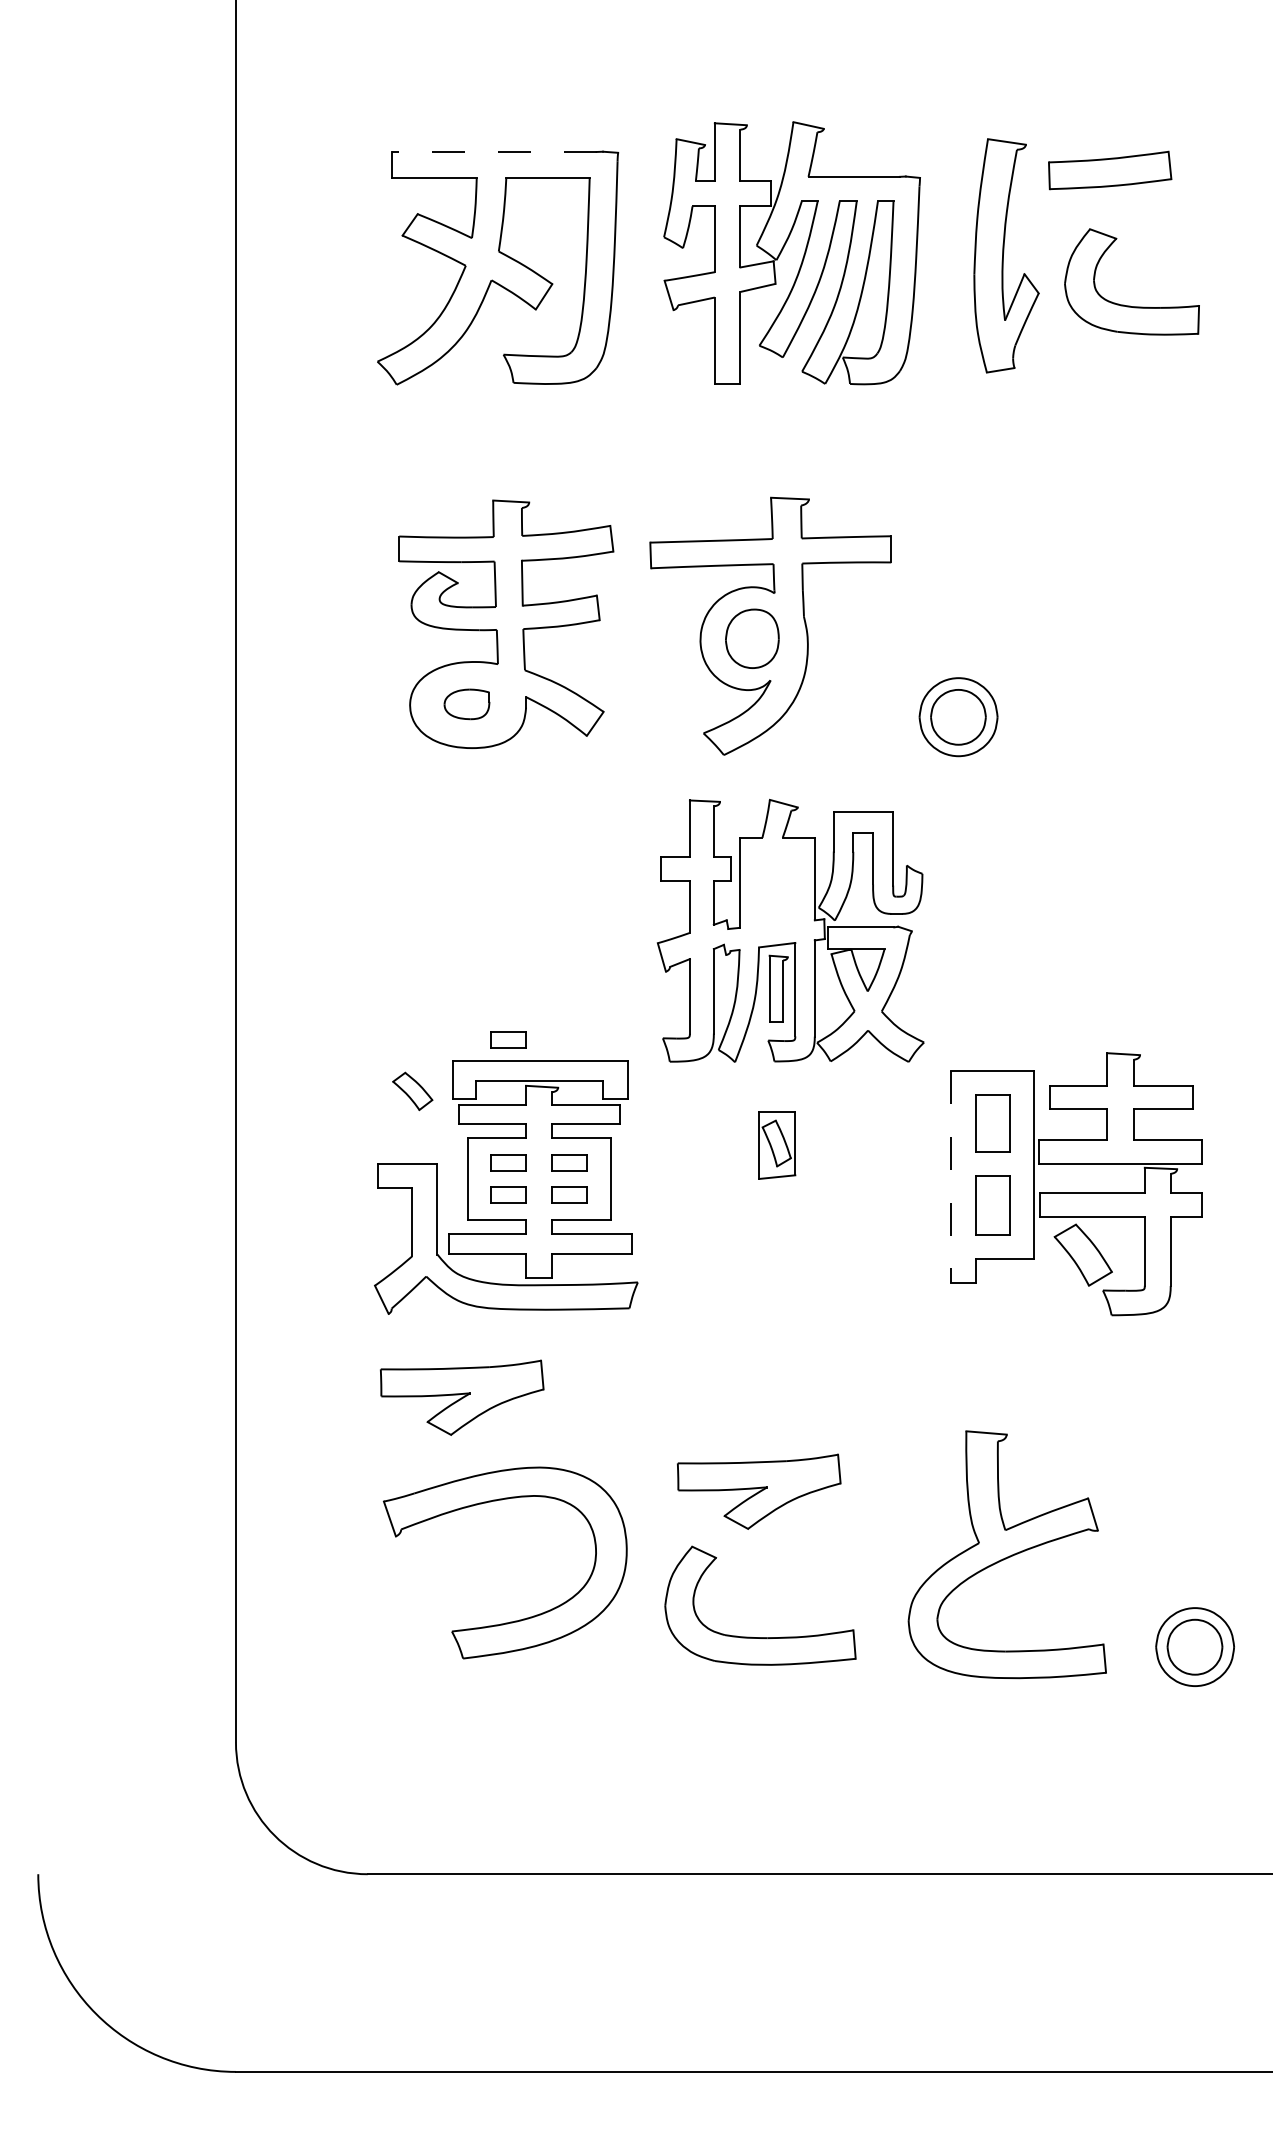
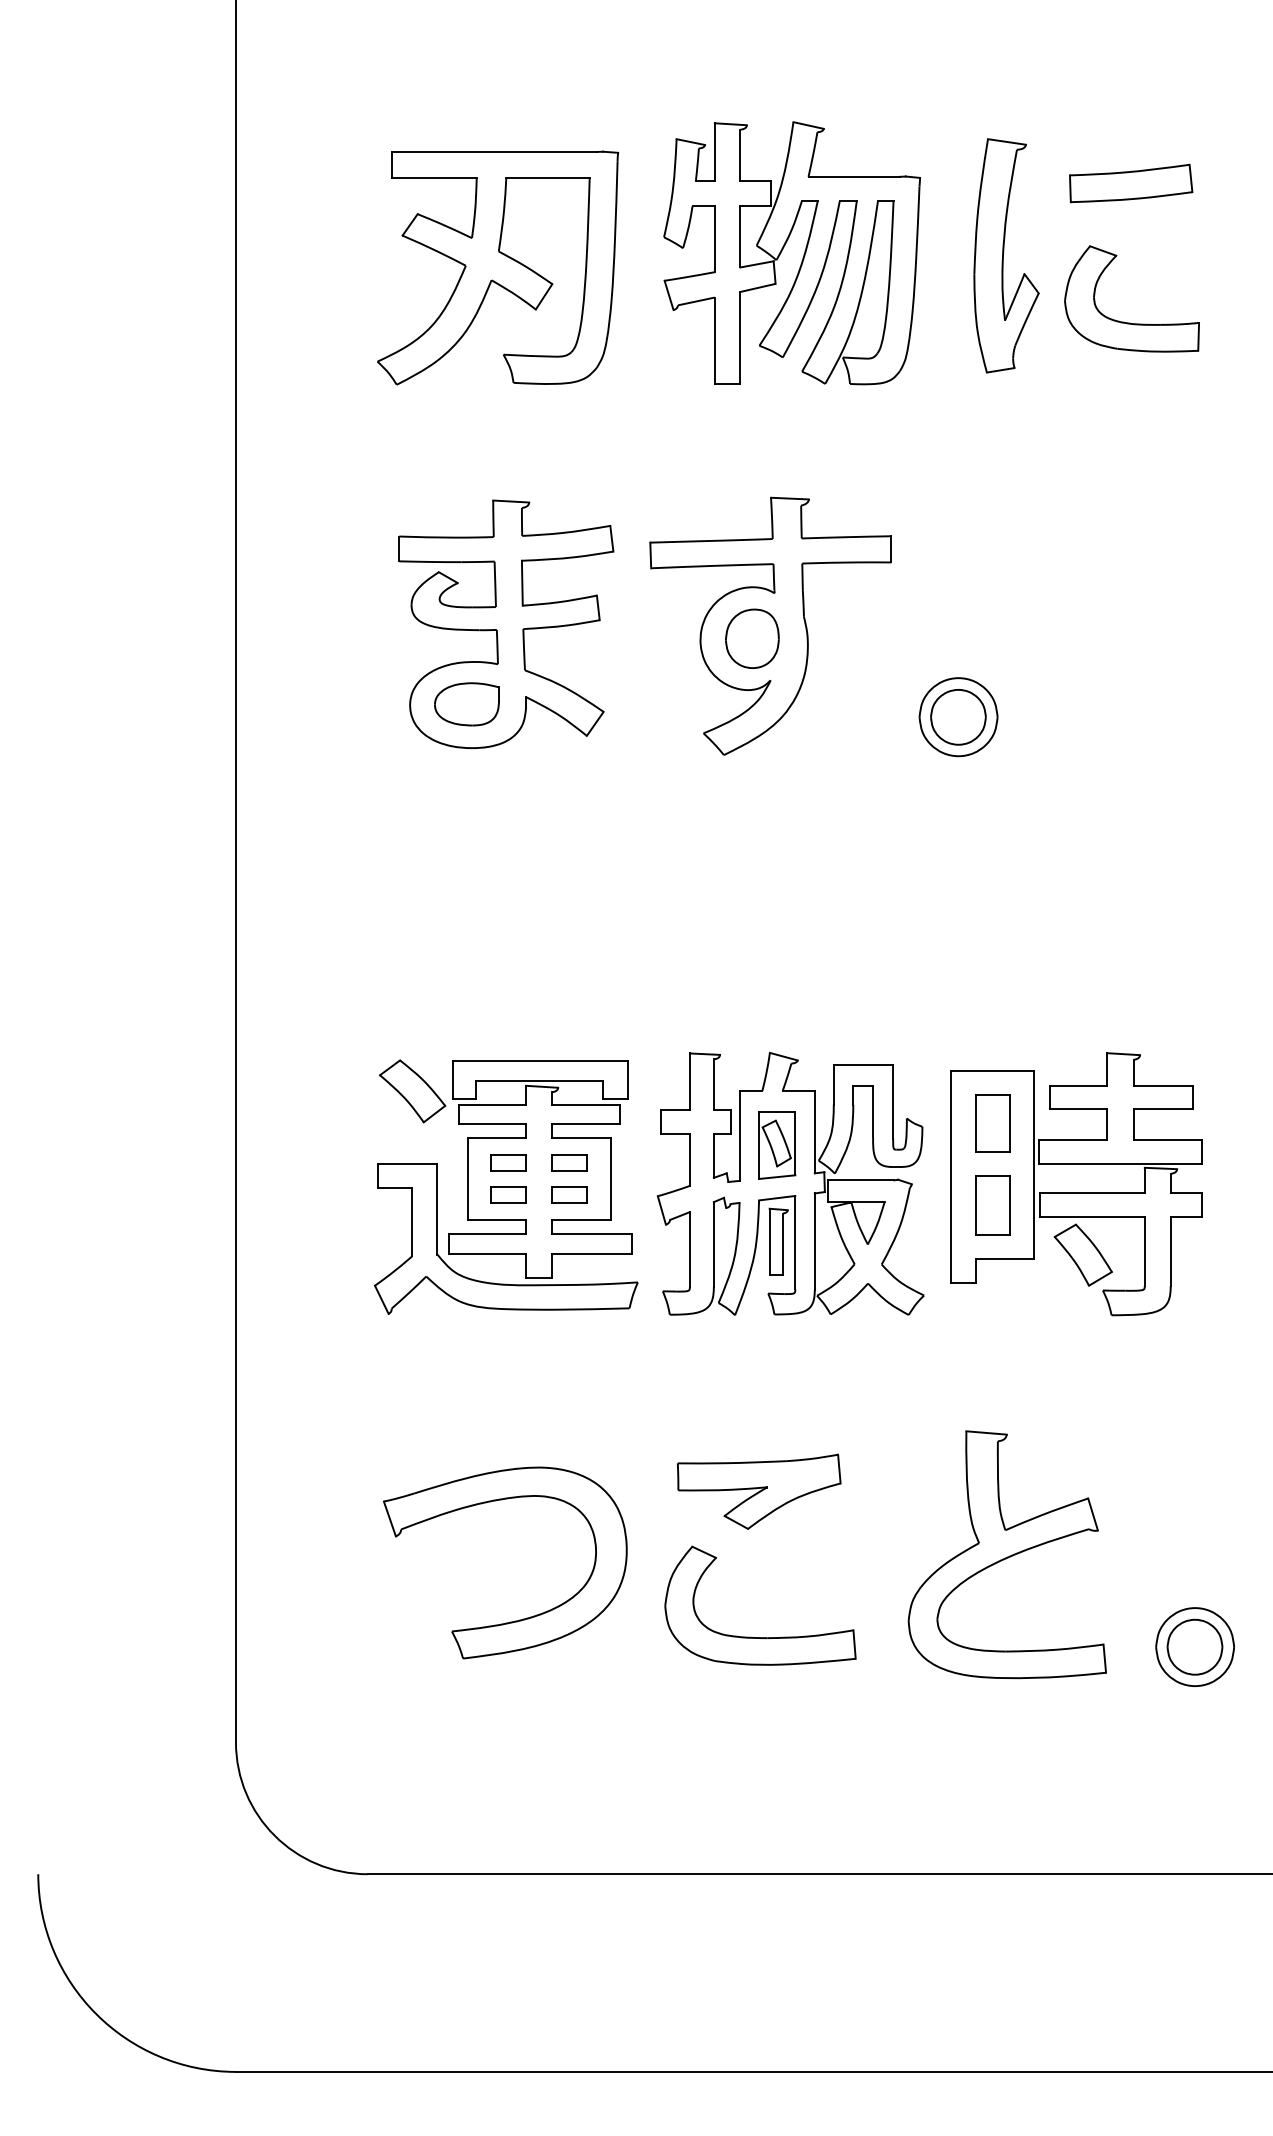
line at (493, 152): dashed -> solid
part at (1110, 170) position: (1110, 170) -> (1131, 183)
part at (1130, 305) position: (1130, 305) -> (1130, 322)
part at (466, 704) size: 48x33 px -> 66x45 px
part at (790, 930) position: (790, 930) -> (790, 1183)
part at (508, 1039): present -> none
part at (412, 1091) size: 42x41 px -> 68x65 px
line at (951, 1177): dashed -> solid
part at (462, 1397): present -> none
